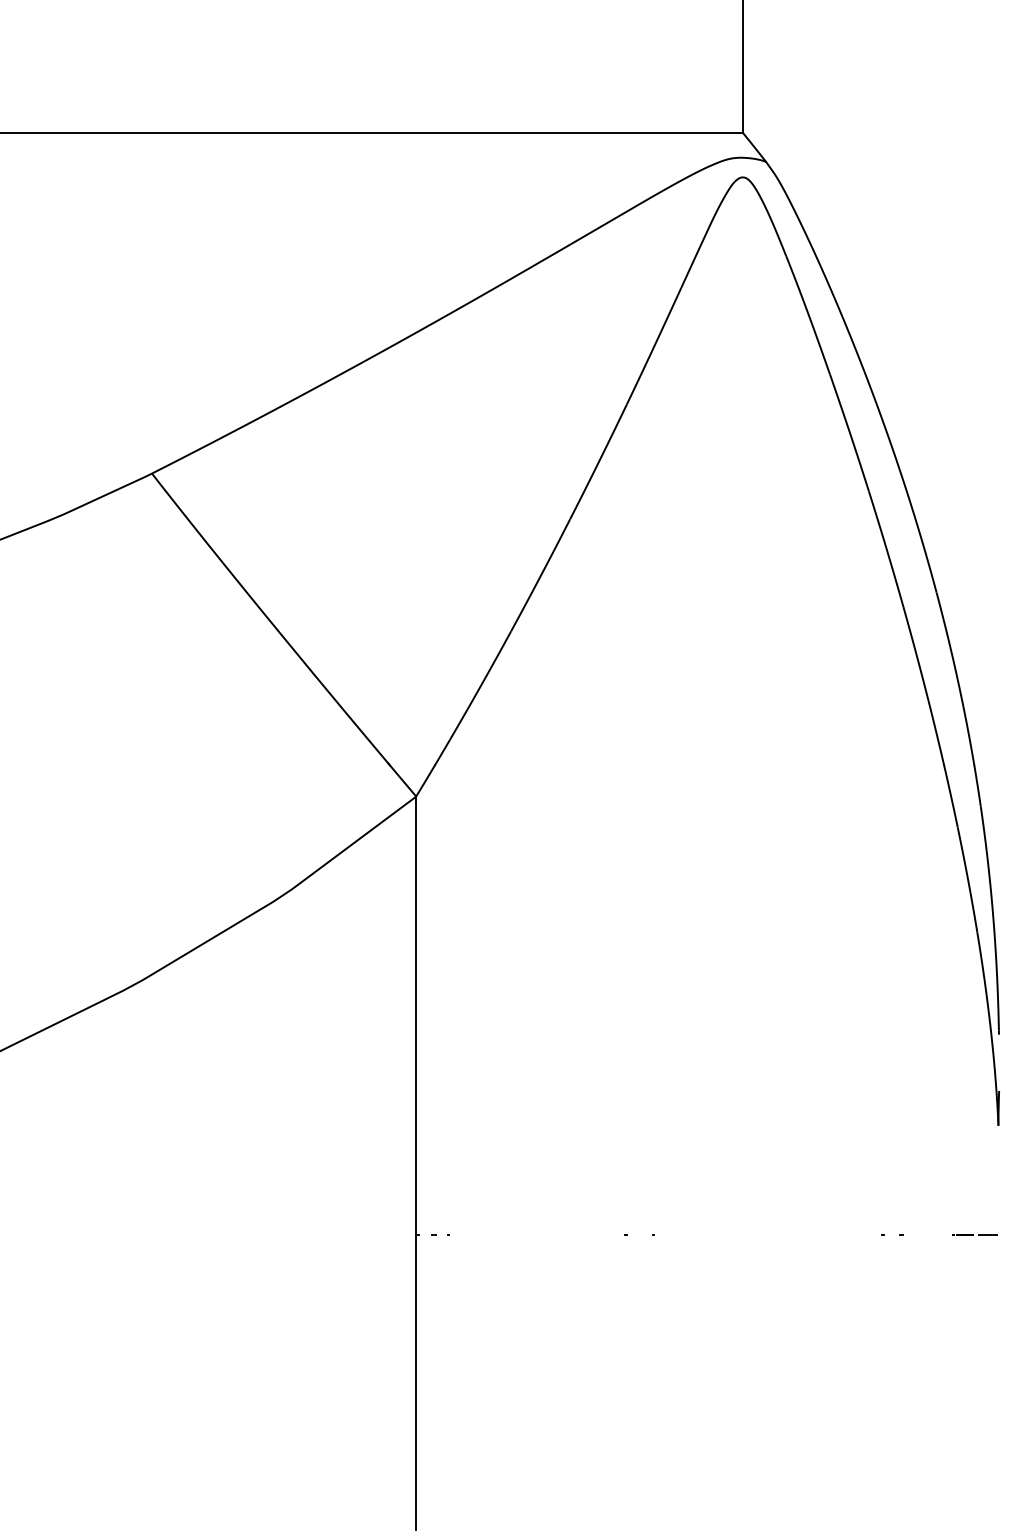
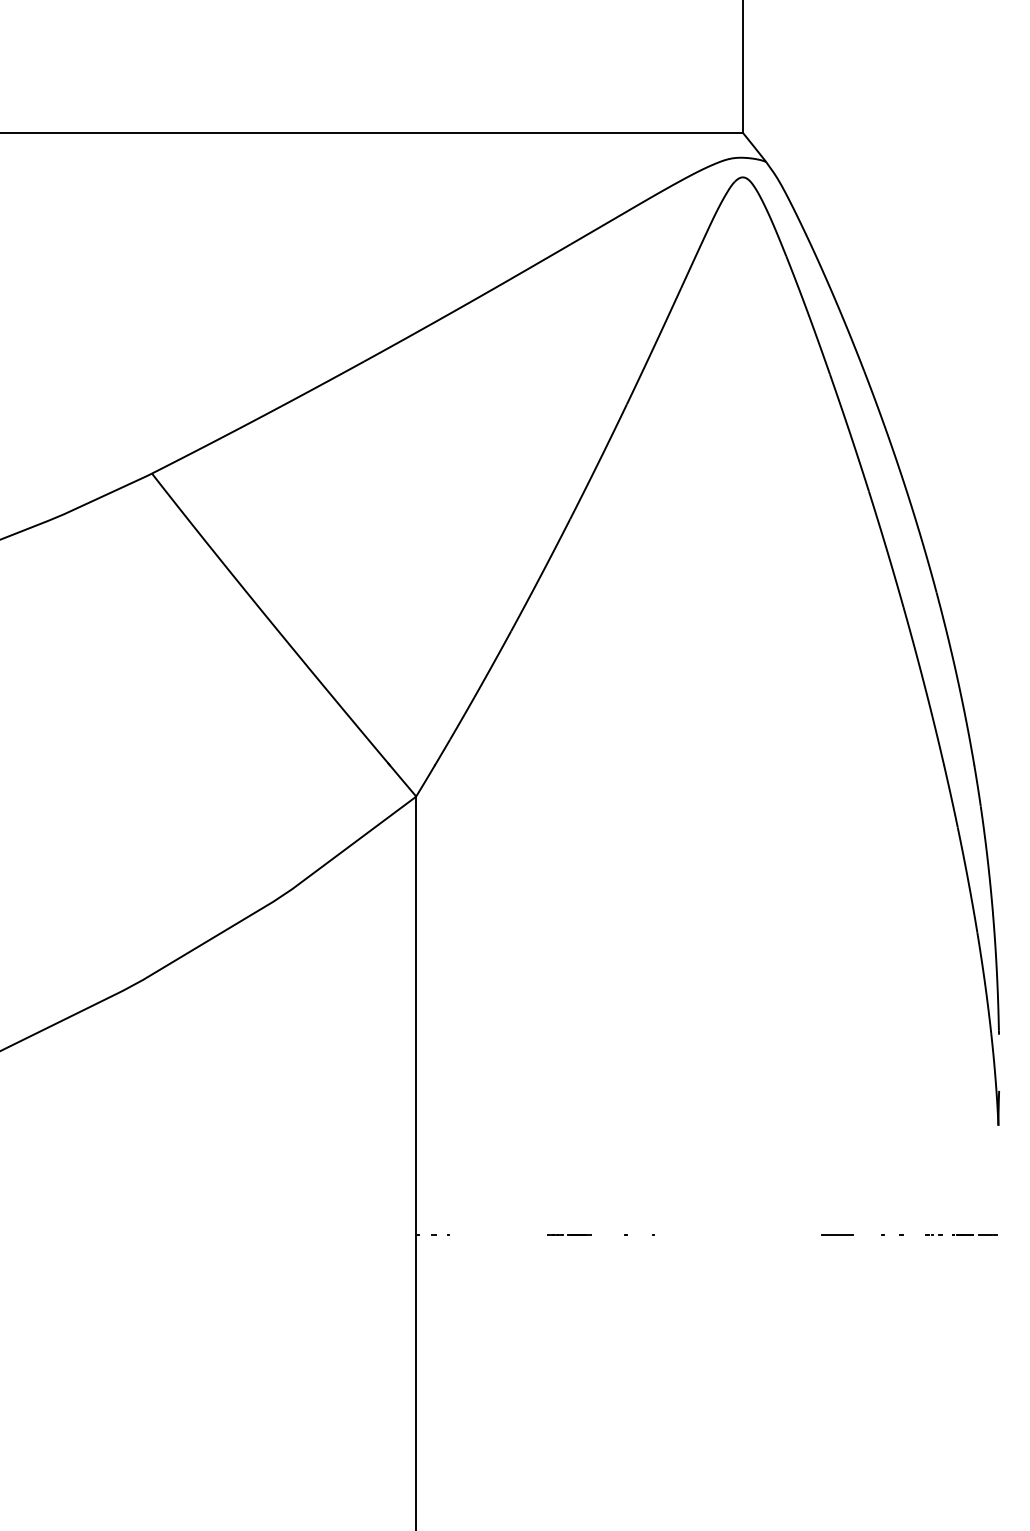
line at (569, 1234): none -> present
line at (837, 1234): none -> present
line at (933, 1234): none -> present
